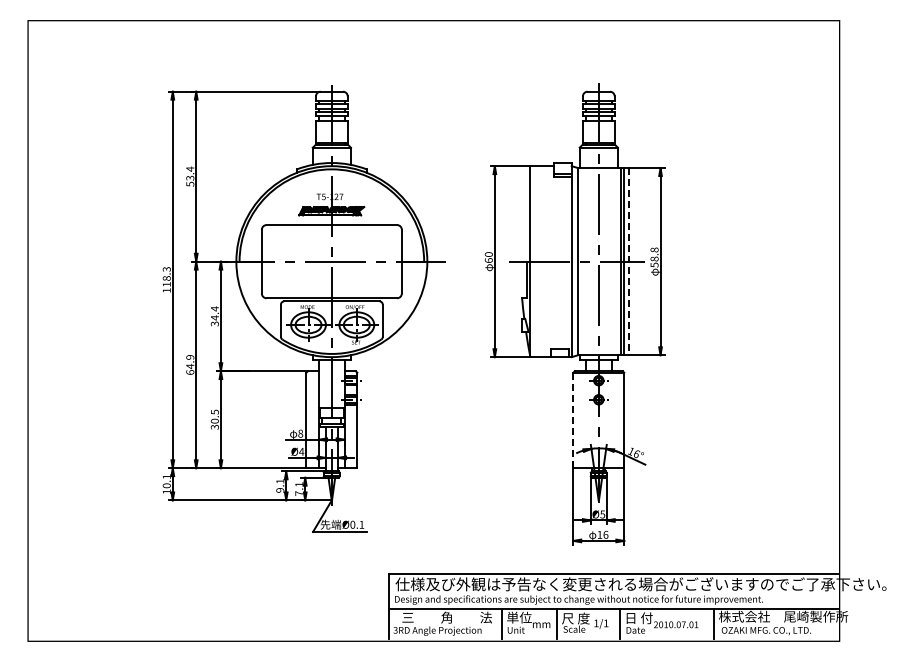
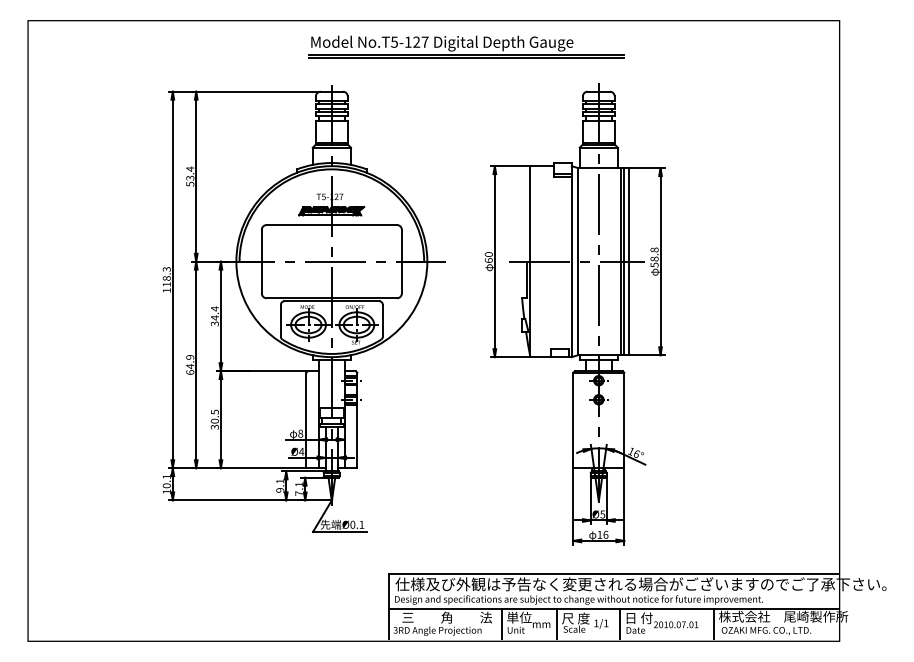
part at (466, 46): none -> present
line at (629, 261): dashed -> solid
line at (573, 420): dashed -> solid
